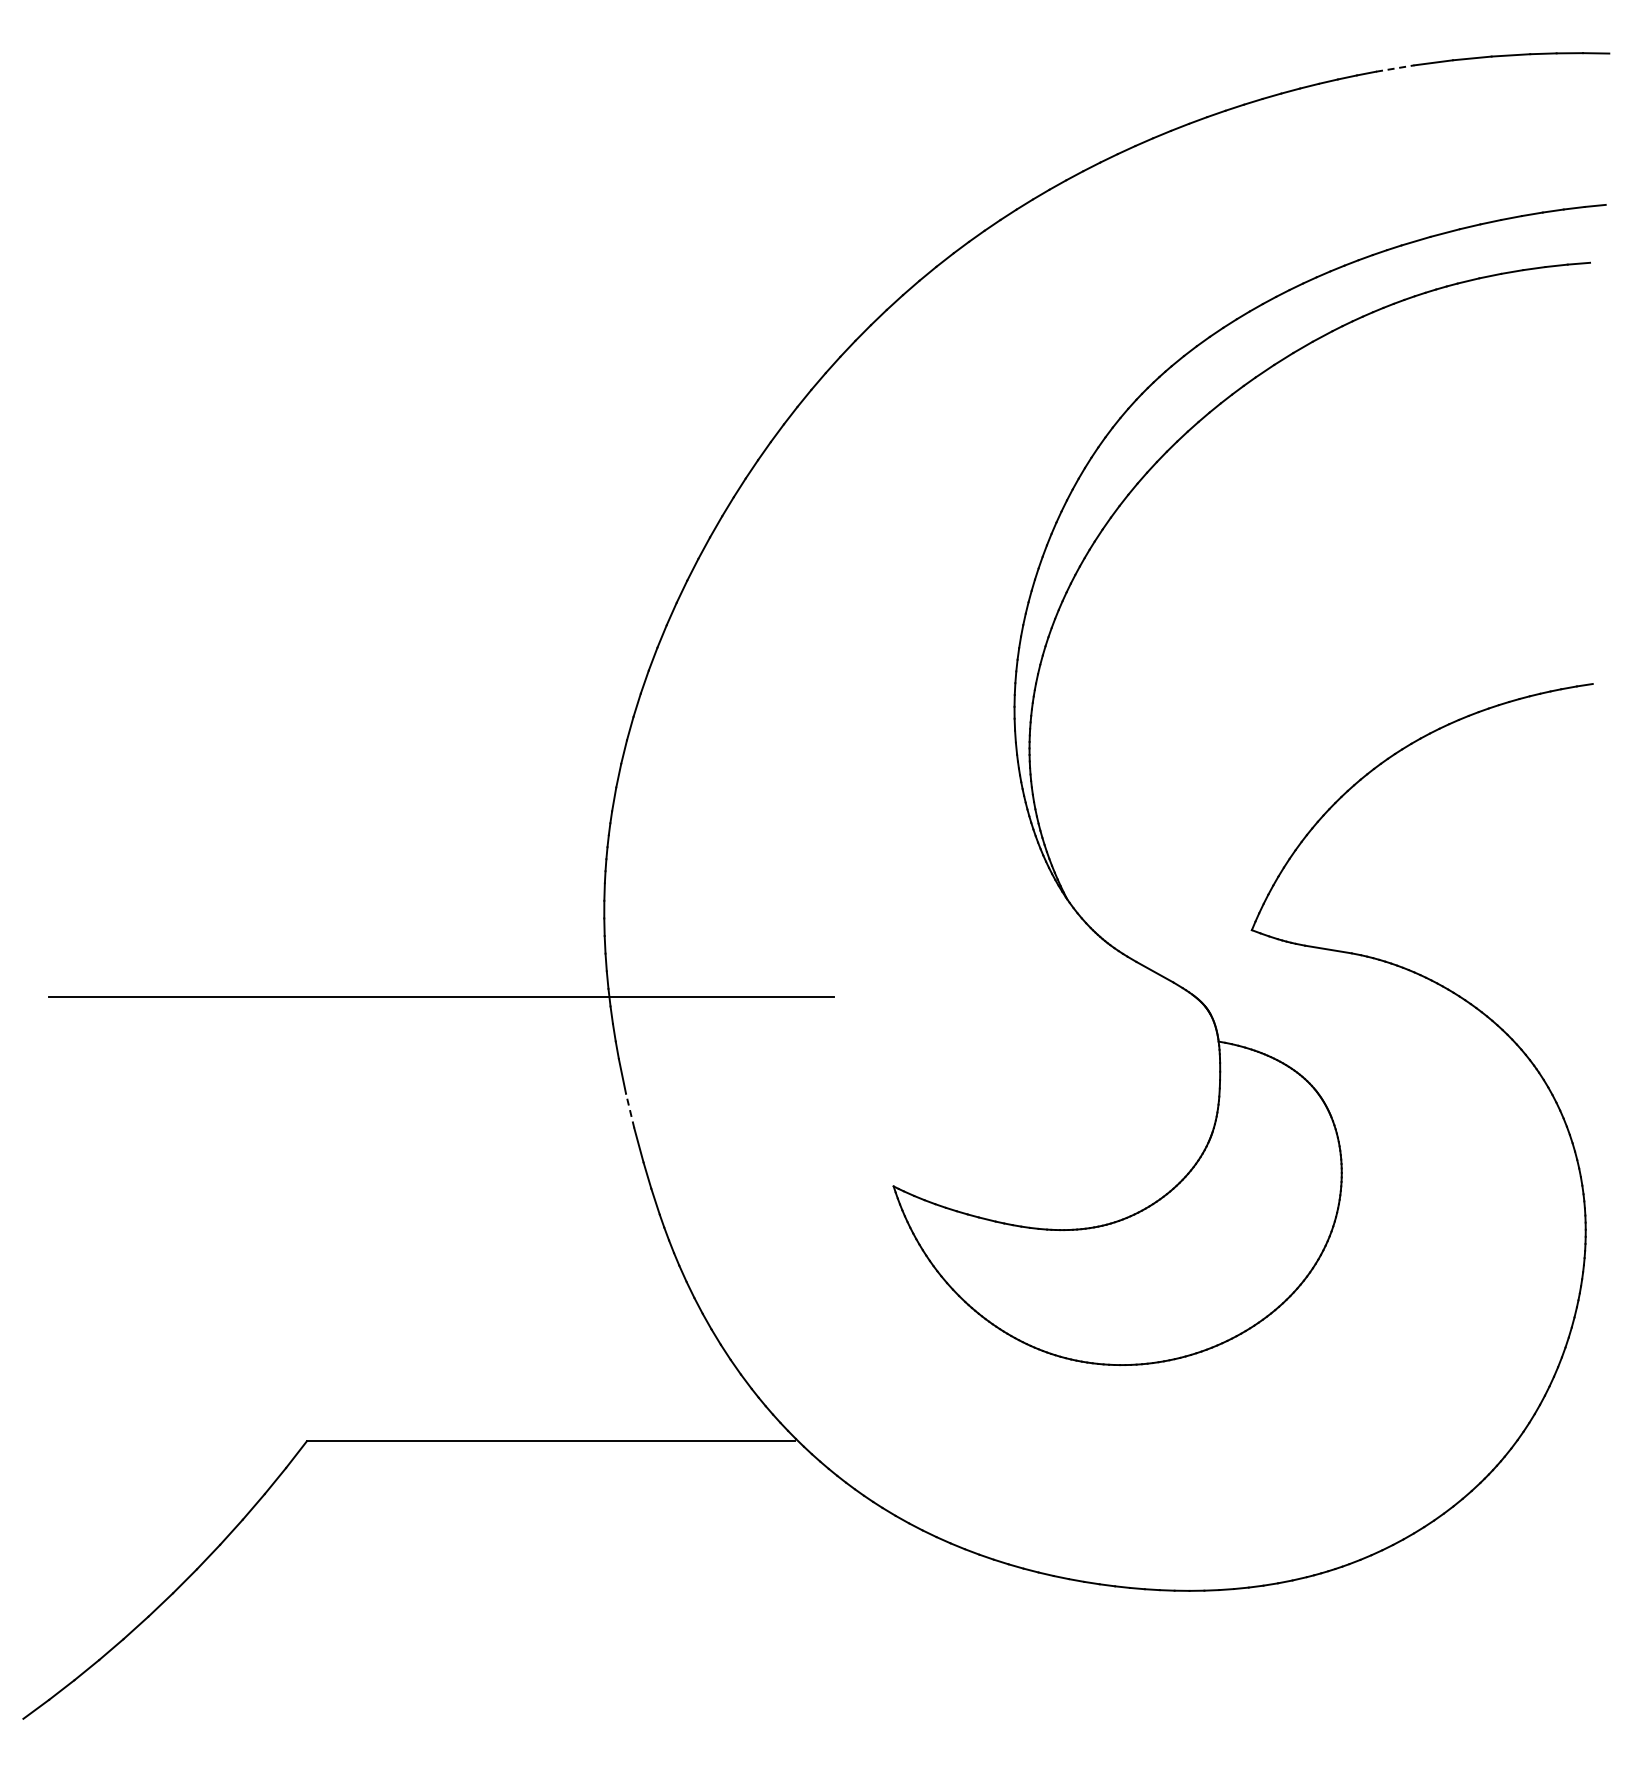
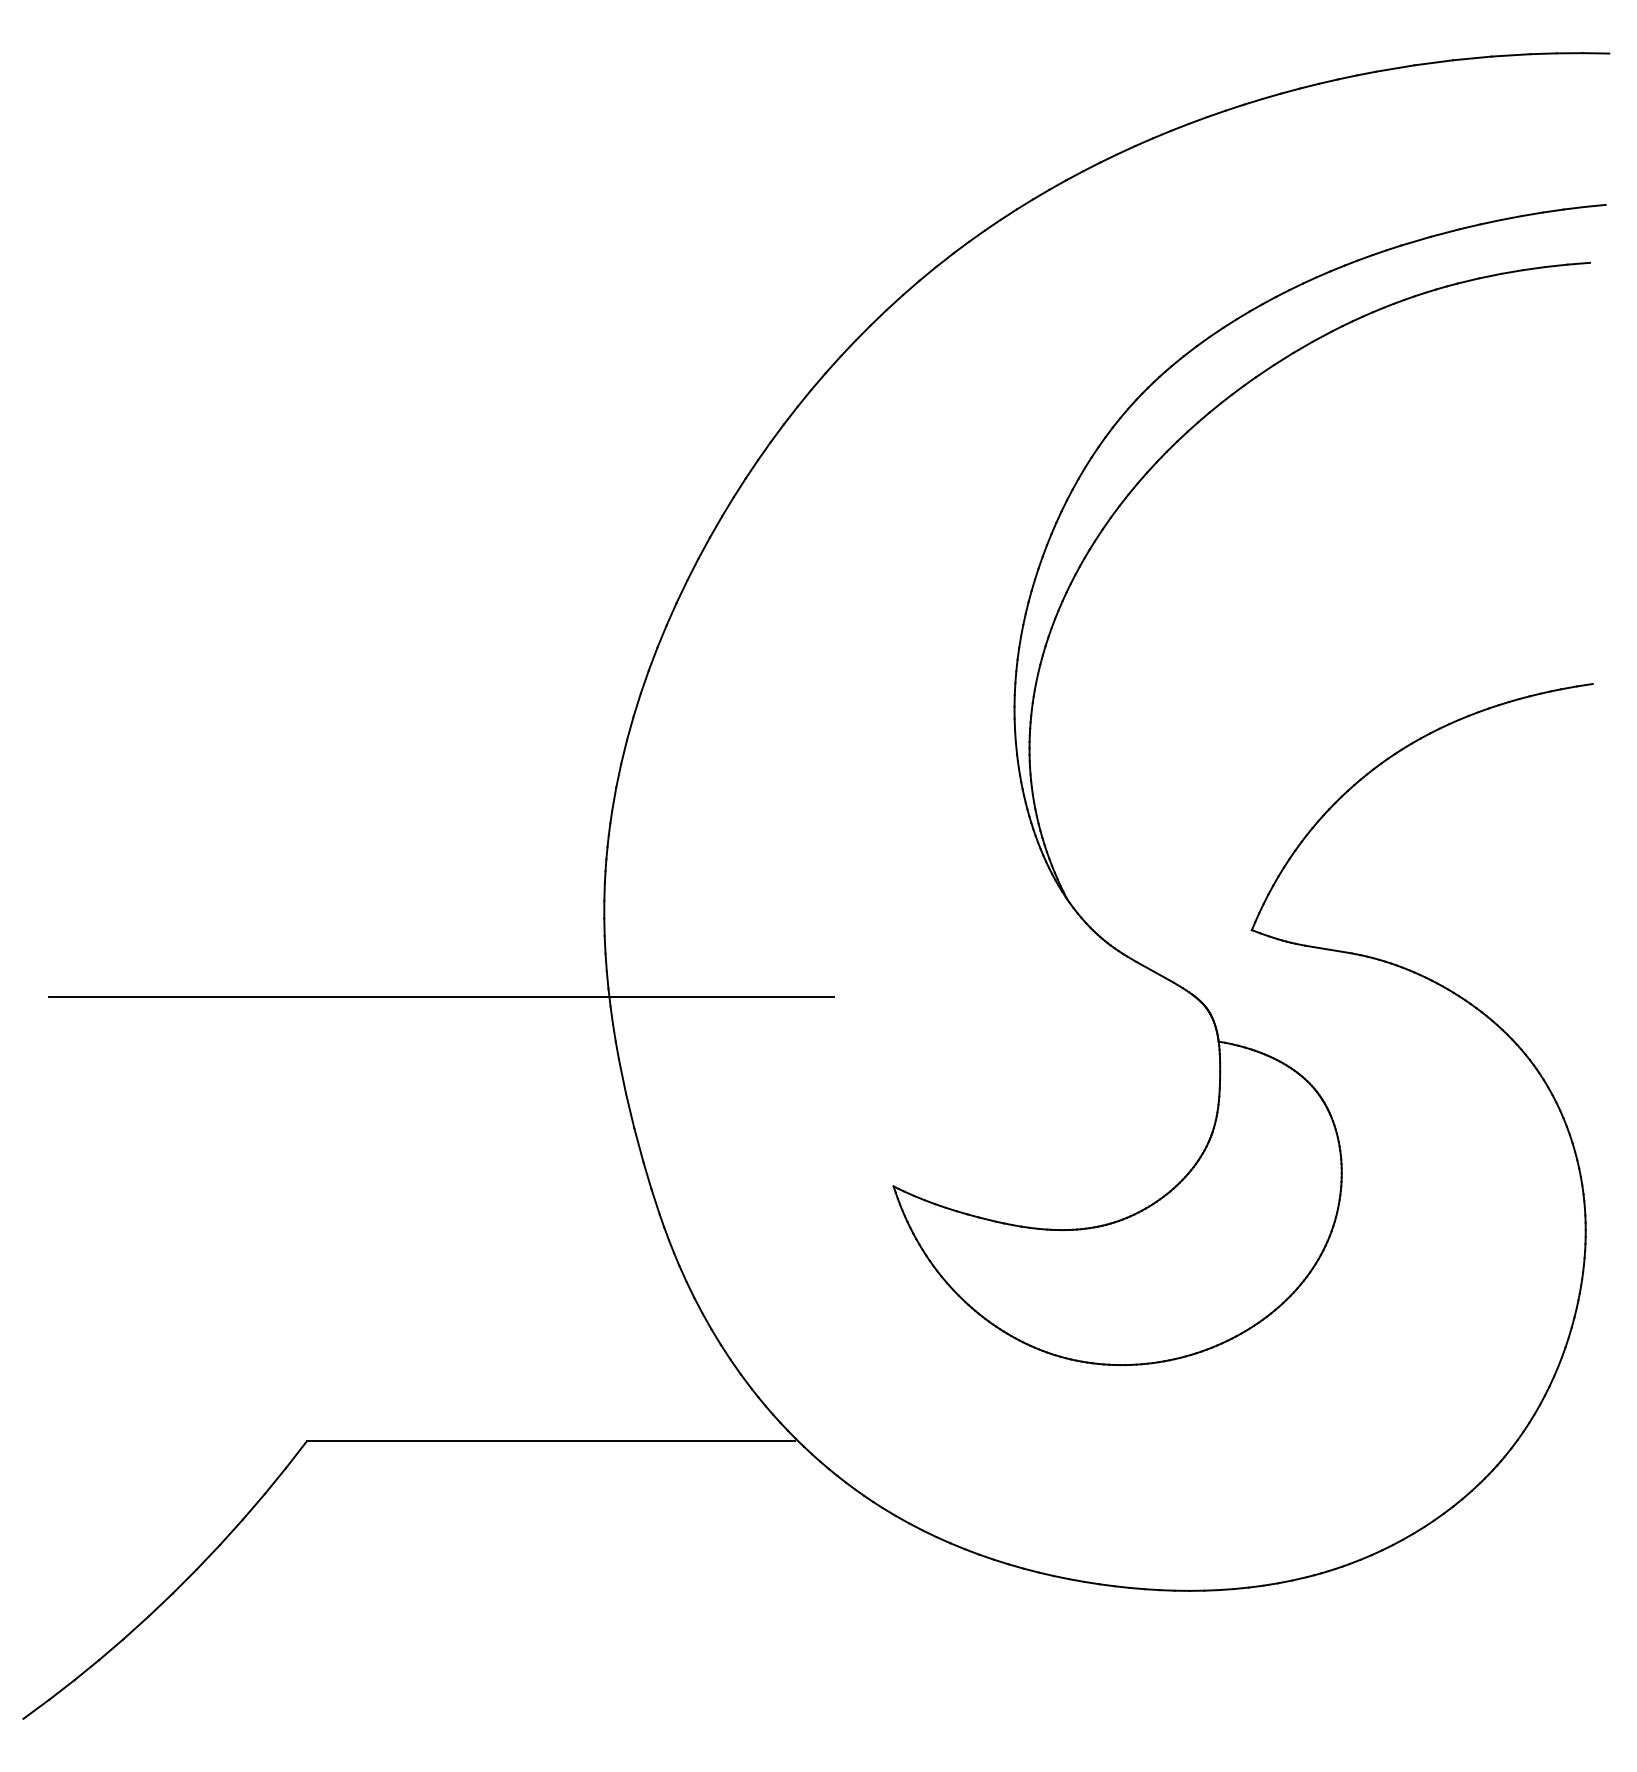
line at (1395, 68): dashed -> solid
line at (630, 1111): dashed -> solid
